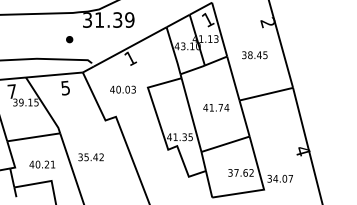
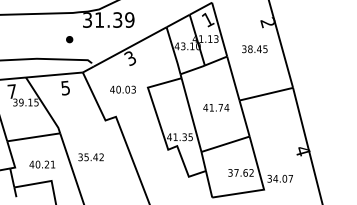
text at (254, 55) position: (254, 55) -> (254, 49)
text at (130, 58): 1 -> 3
